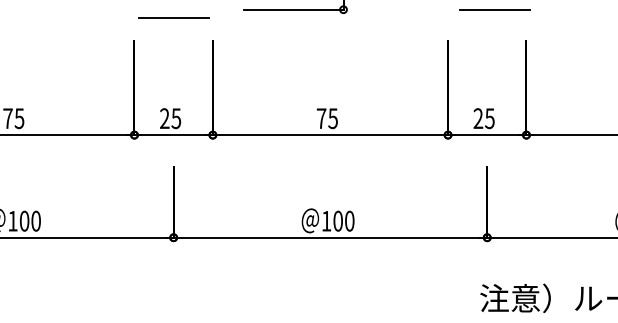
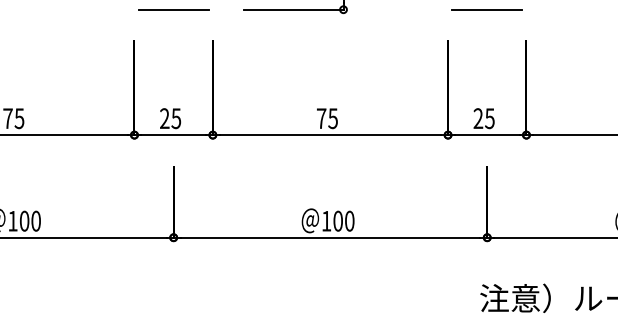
line at (494, 9) position: (494, 9) -> (486, 9)
line at (173, 17) position: (173, 17) -> (173, 9)
